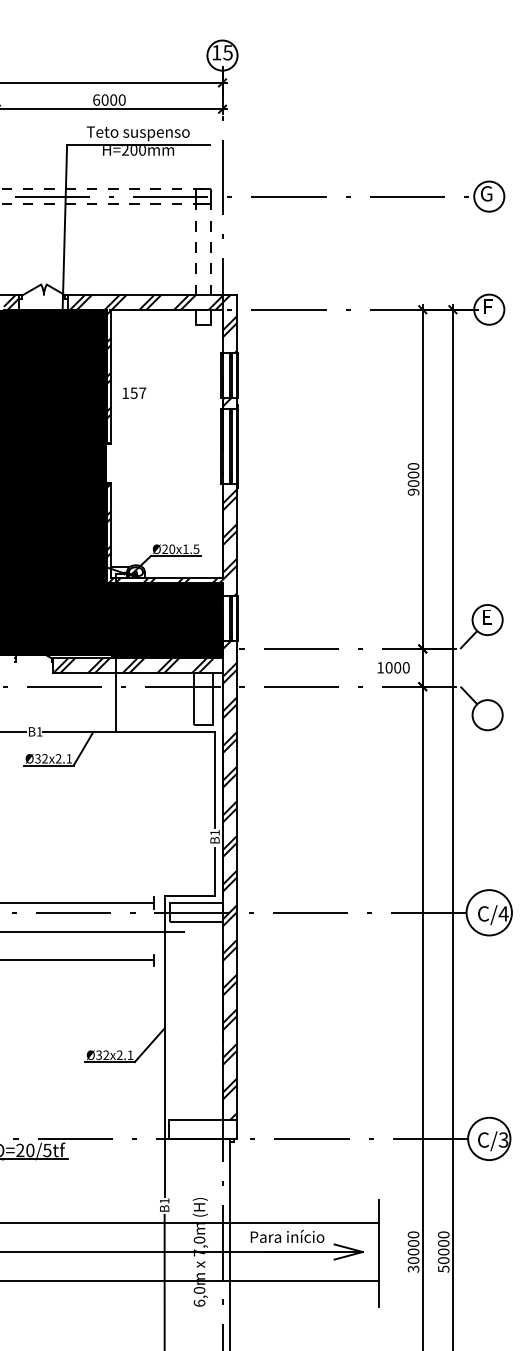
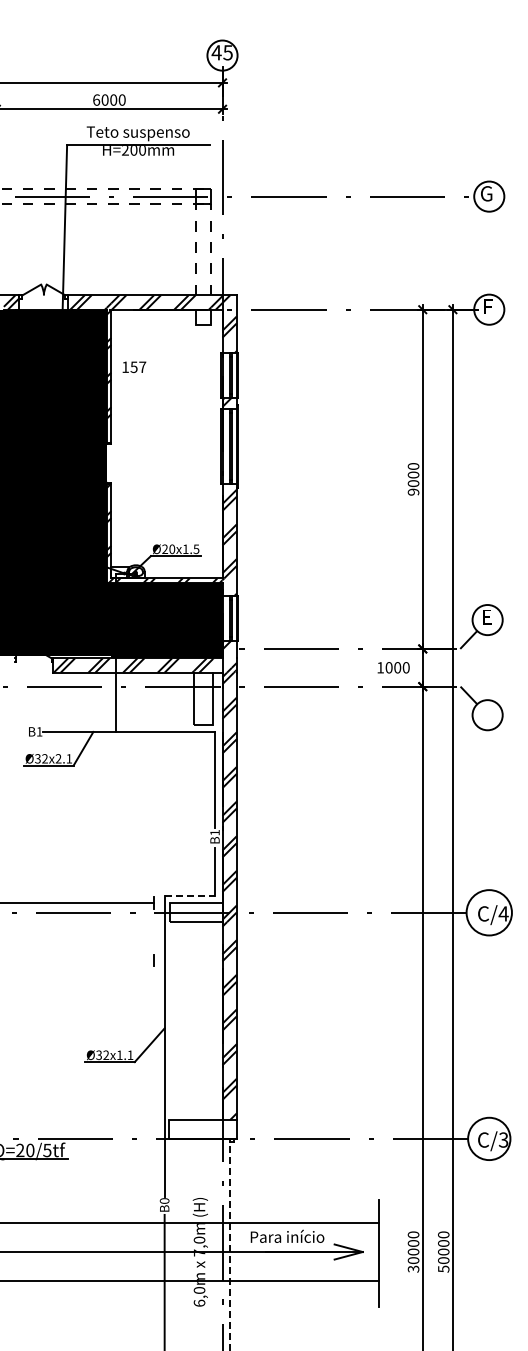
text at (216, 52): 15 -> 45
text at (134, 392) position: (134, 392) -> (134, 366)
line at (13, 731): present -> none
line at (190, 895): solid -> dashed
line at (93, 931): present -> none
line at (77, 960): present -> none
text at (119, 1054): Ø32x2.1 -> Ø32x1.1
text at (164, 1200): B1 -> B0
line at (230, 1245): solid -> dashed
